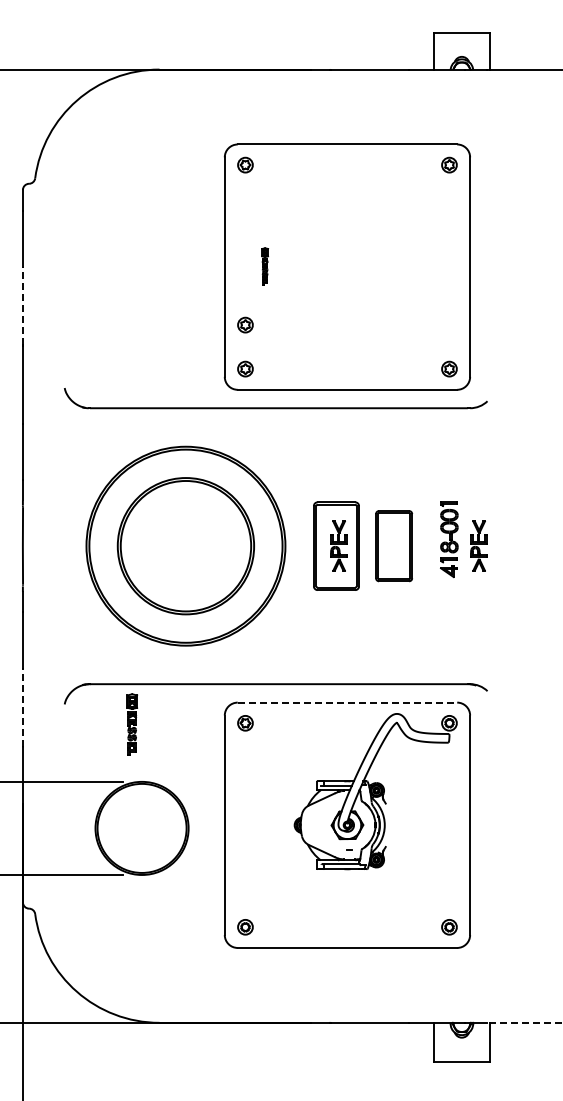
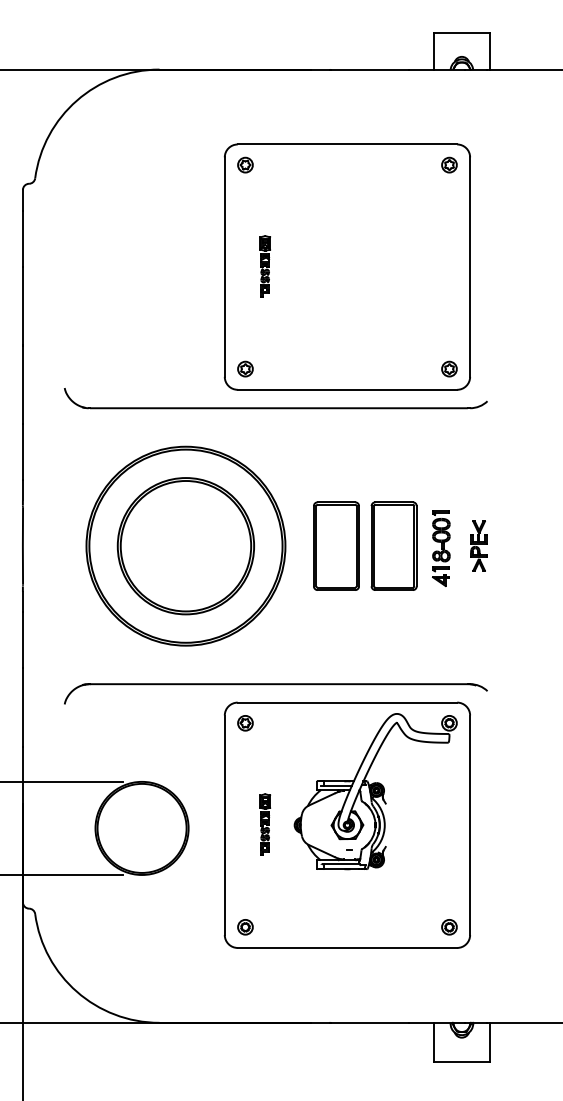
part at (265, 266) size: 9x39 px -> 12x63 px
line at (22, 305): dashed -> solid
part at (245, 324): present -> none
part at (449, 539) position: (449, 539) -> (441, 548)
part at (338, 545): present -> none
part at (394, 546) size: 39x73 px -> 48x90 px
line at (347, 702): dashed -> solid
line at (22, 706): dashed -> solid
part at (132, 724) position: (132, 724) -> (265, 824)
line at (524, 1022): dashed -> solid
